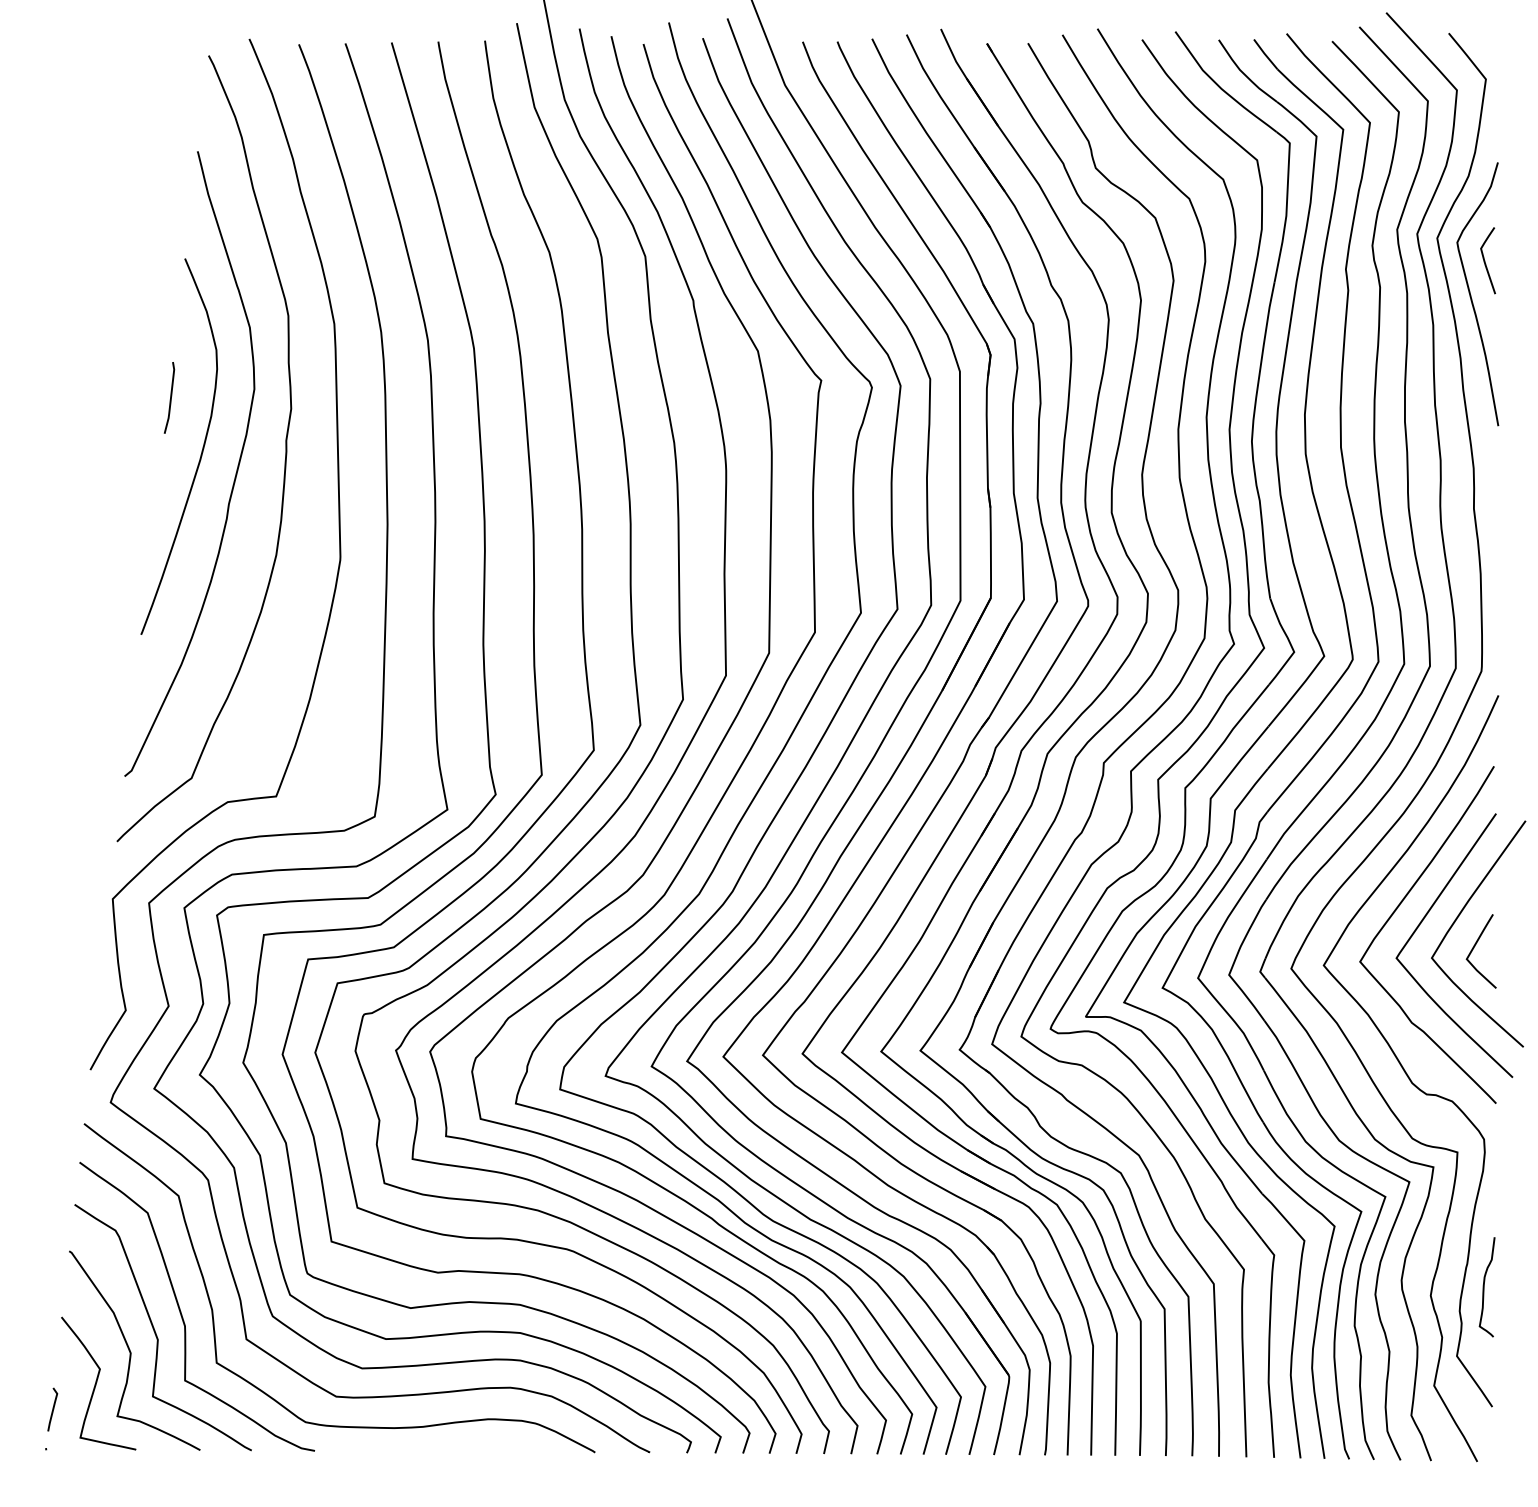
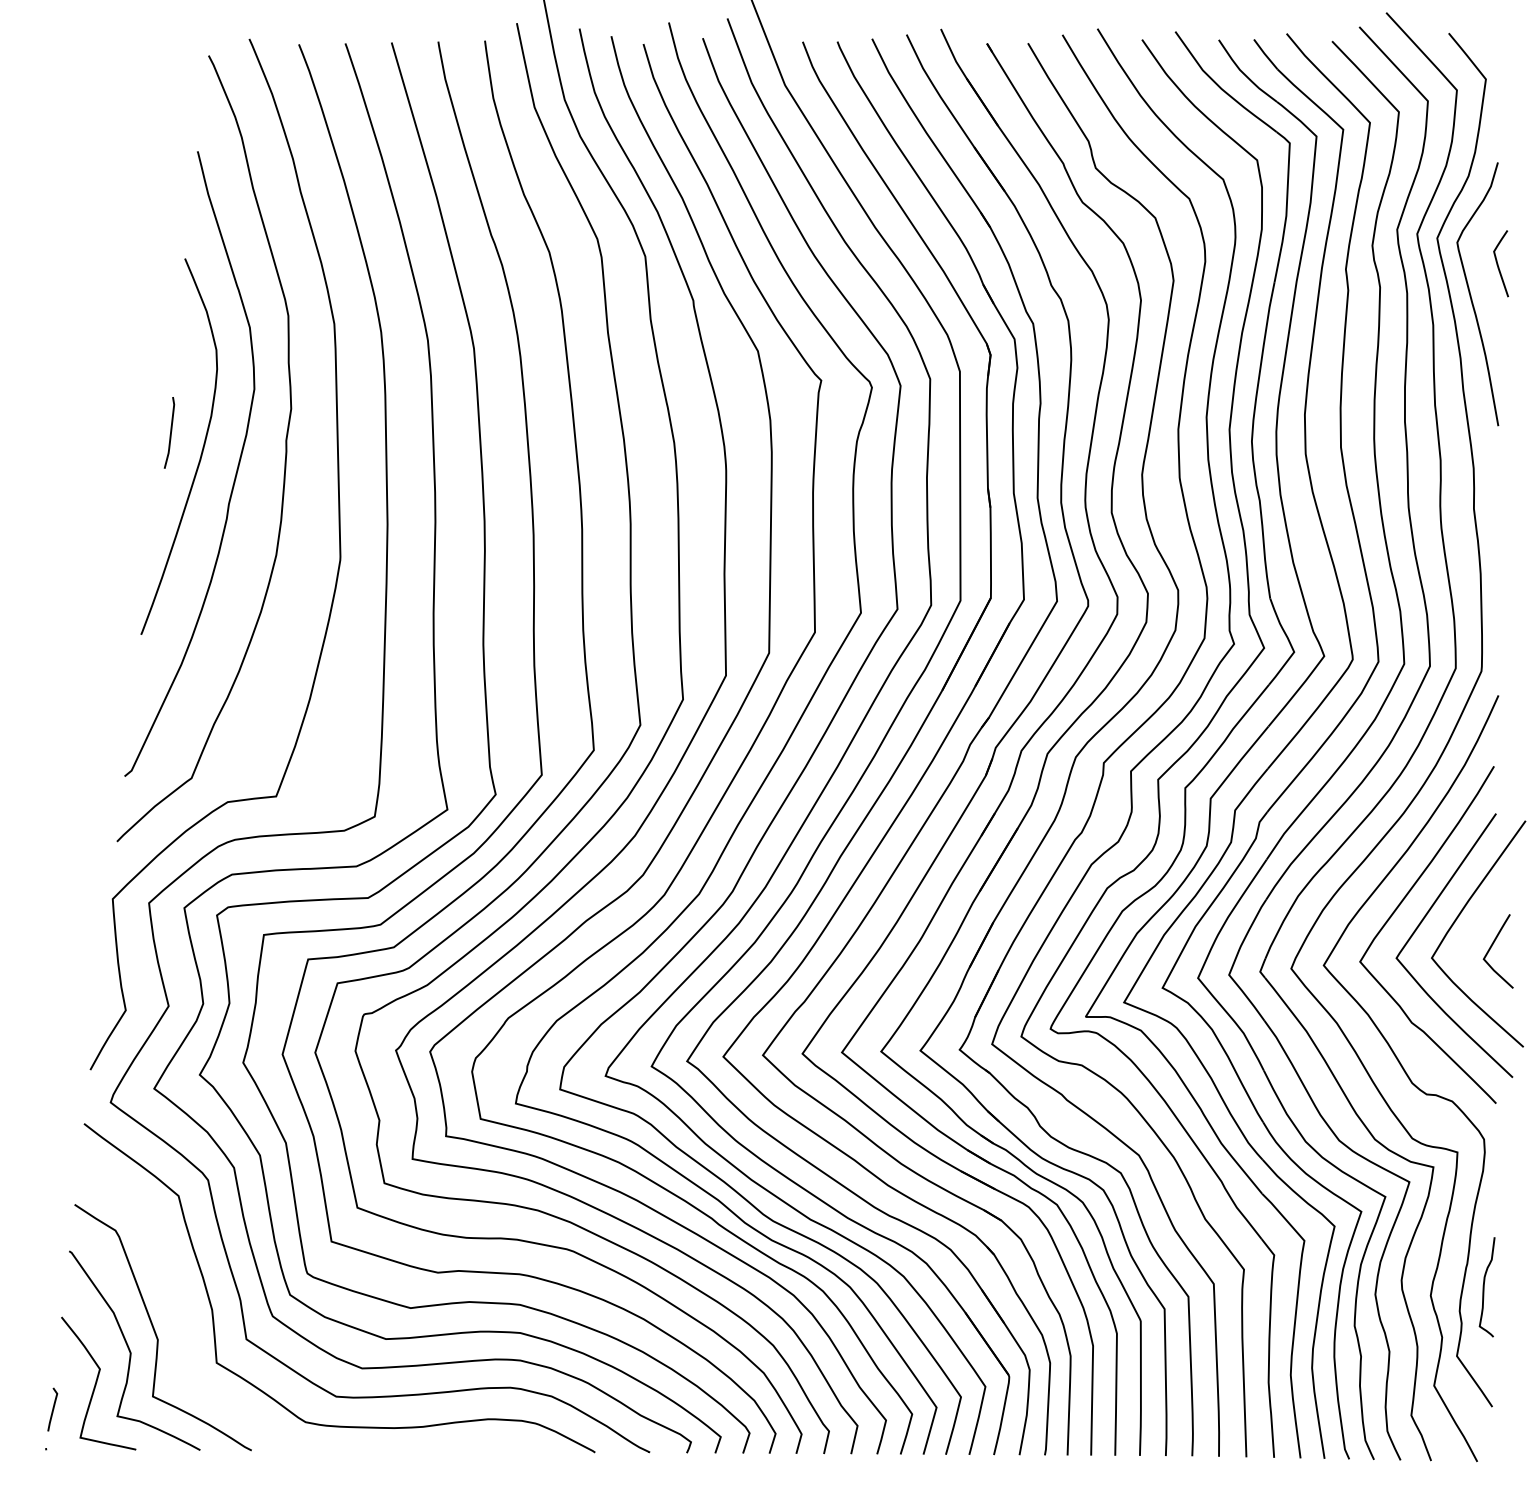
curve at (1485, 260) position: (1485, 260) -> (1498, 263)
line at (170, 397) position: (170, 397) -> (170, 432)
curve at (1474, 948) position: (1474, 948) -> (1491, 948)
curve at (181, 1311): present -> none
